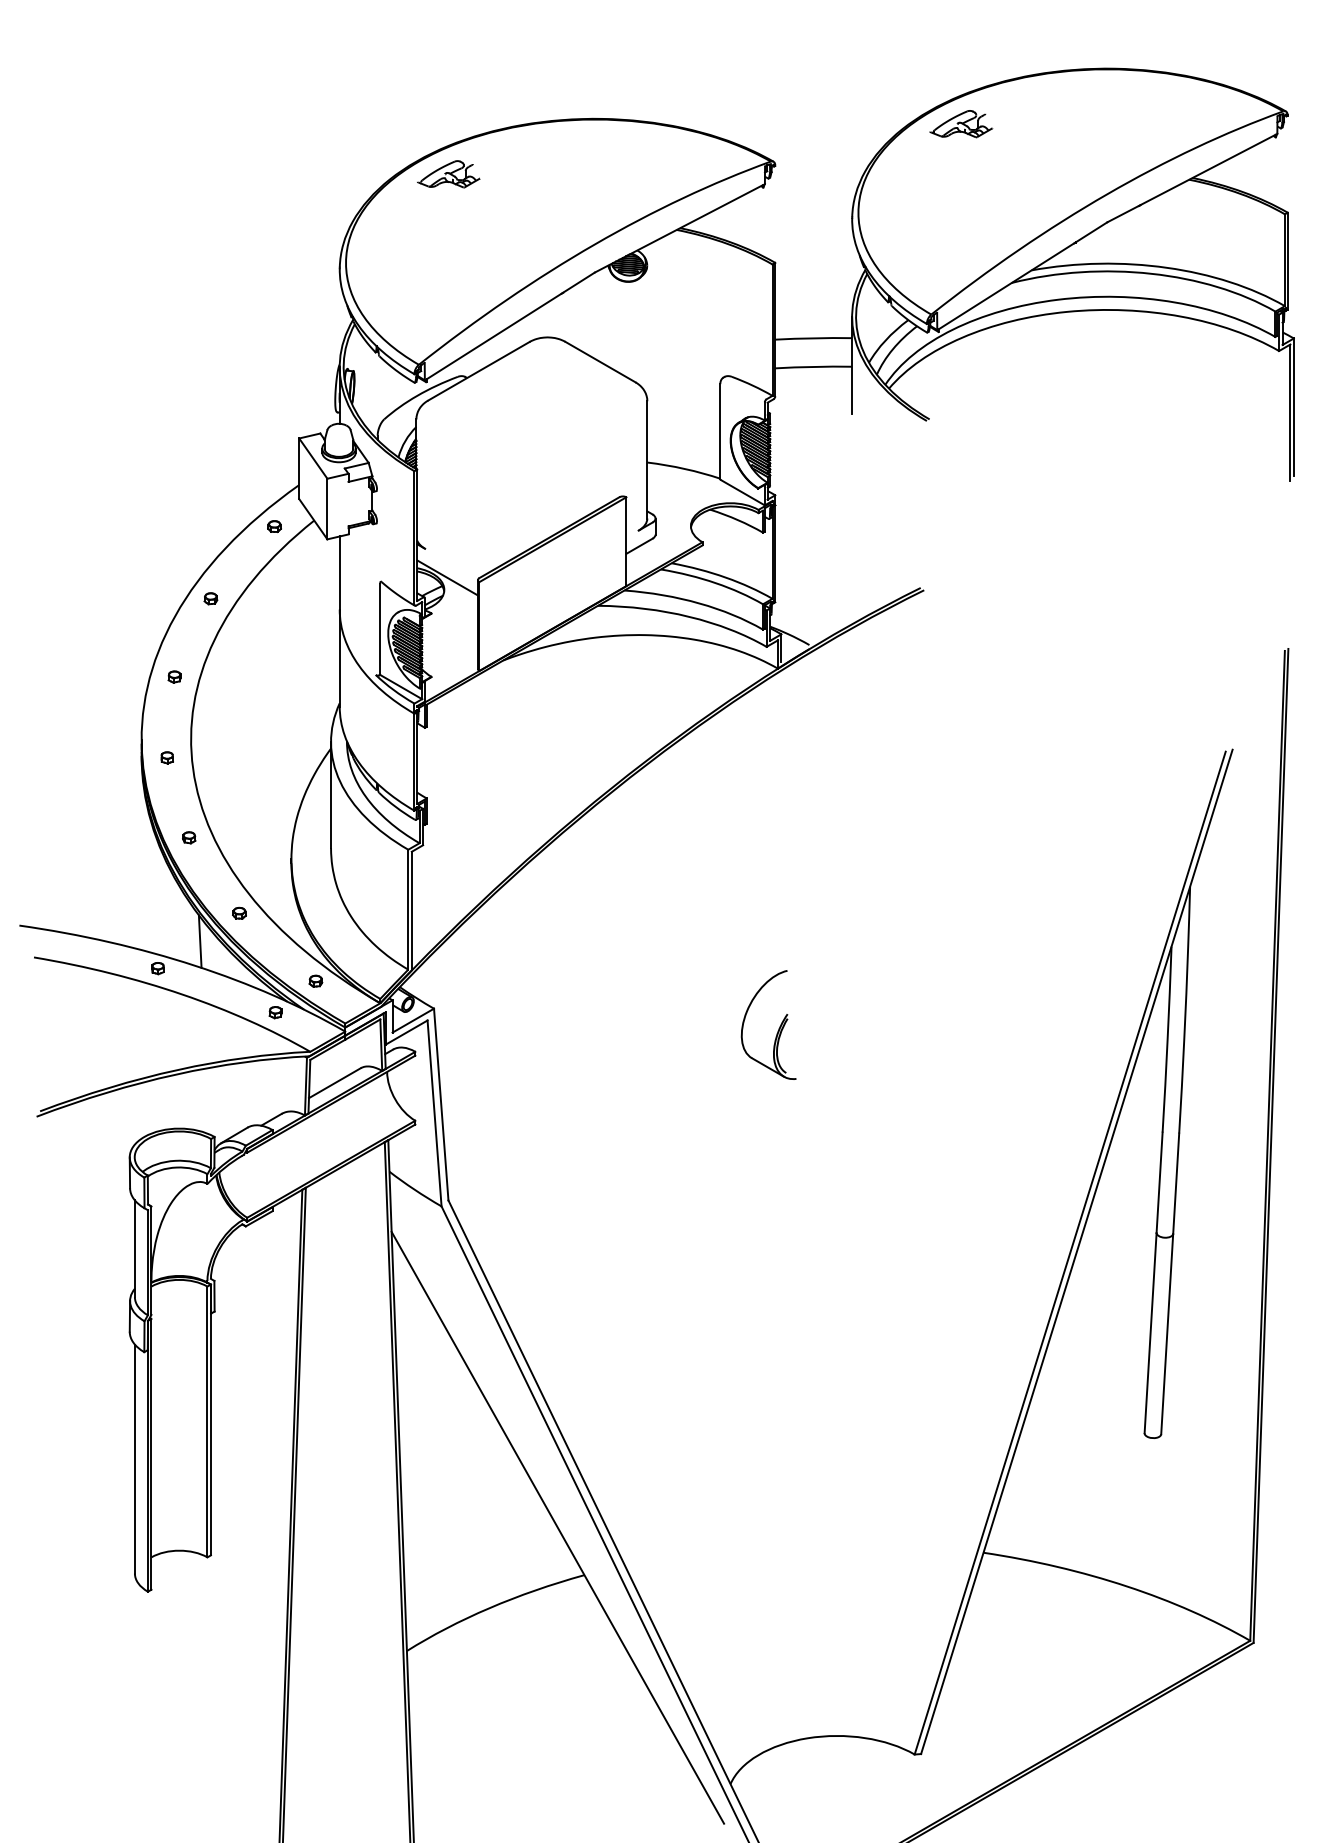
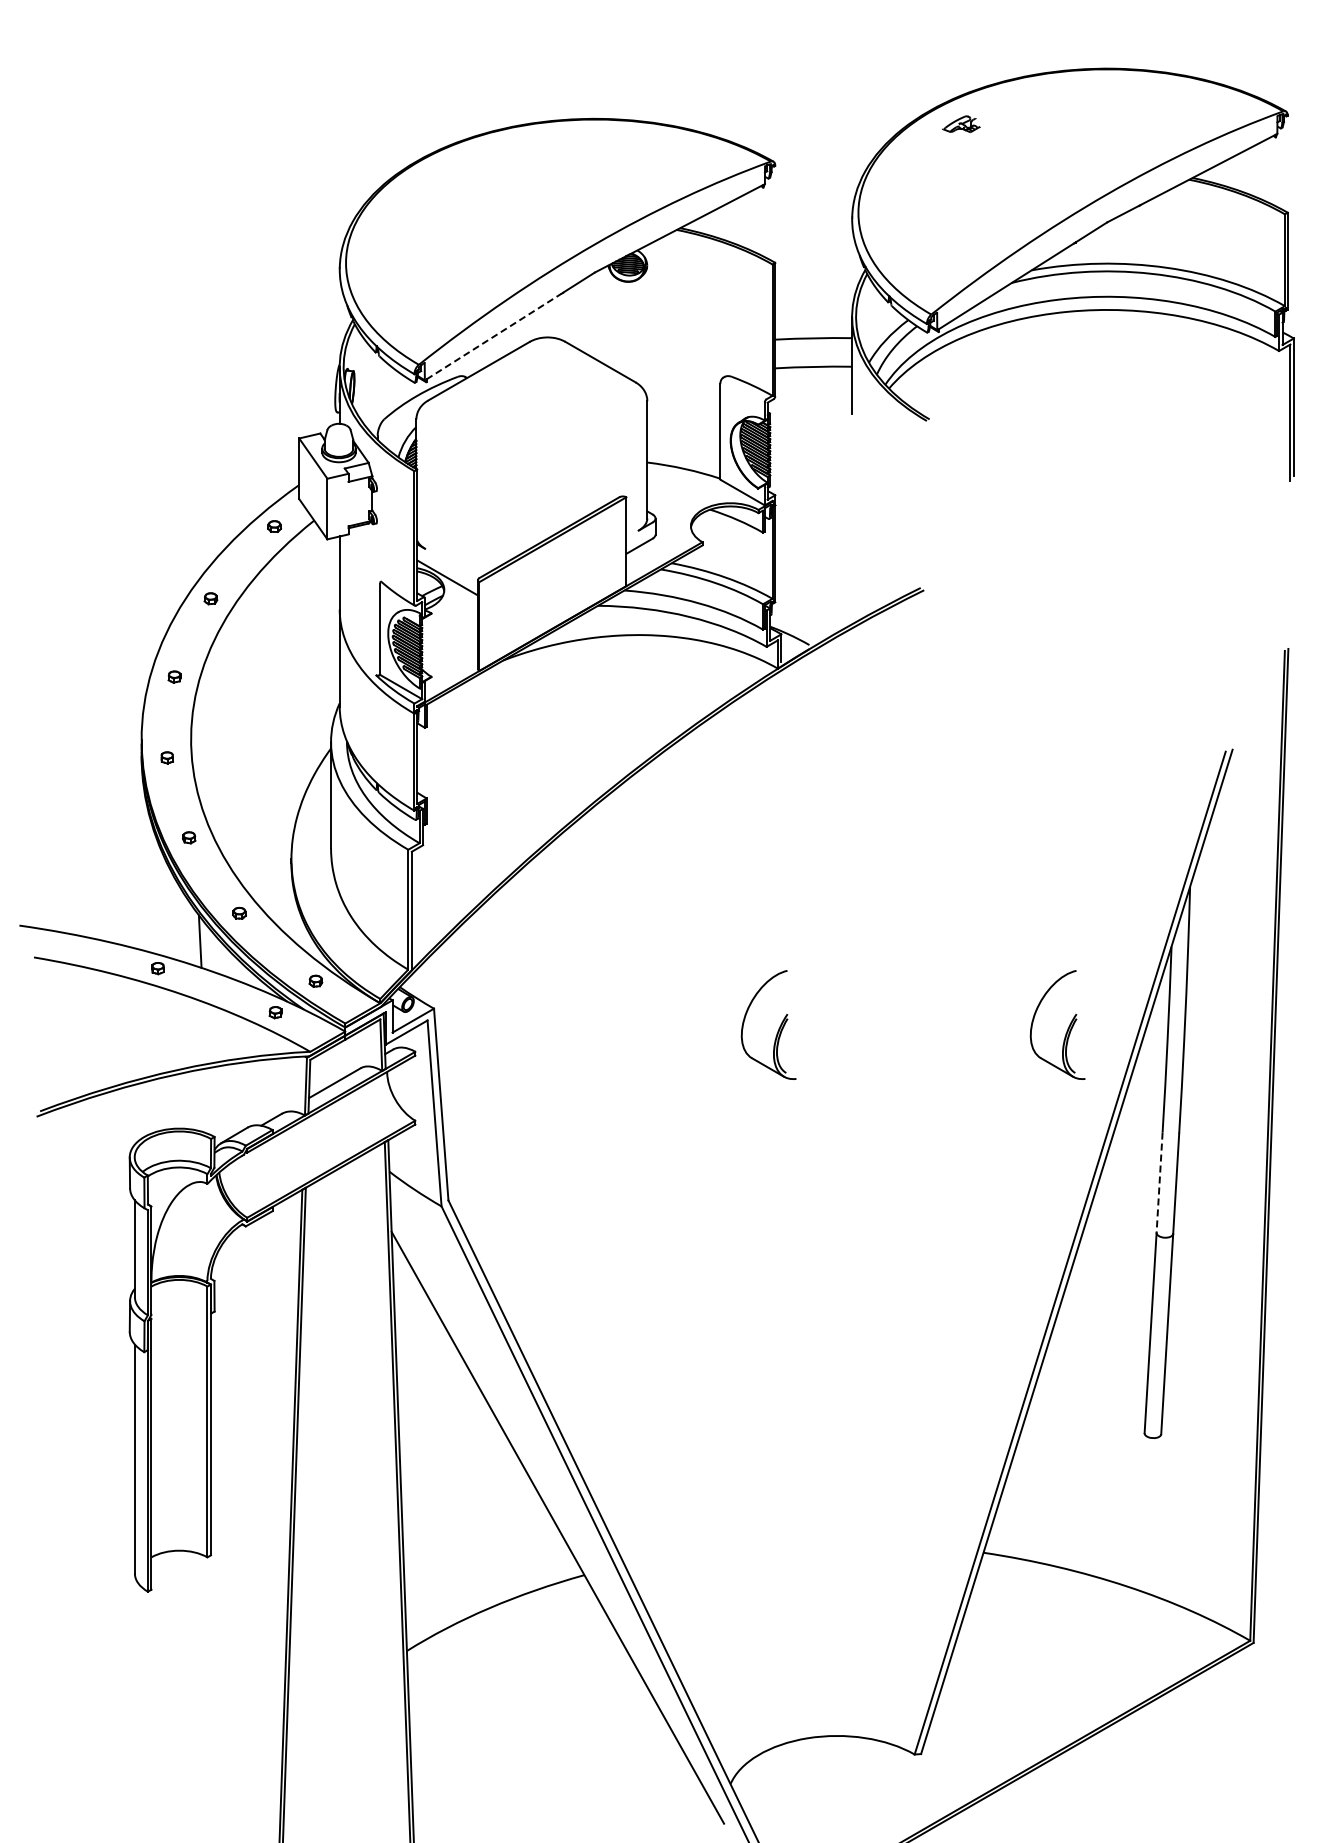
part at (961, 124) size: 65x29 px -> 39x19 px
part at (448, 174): present -> none
line at (494, 336): solid -> dashed
part at (1067, 1028): none -> present
line at (1159, 1183): solid -> dashed
